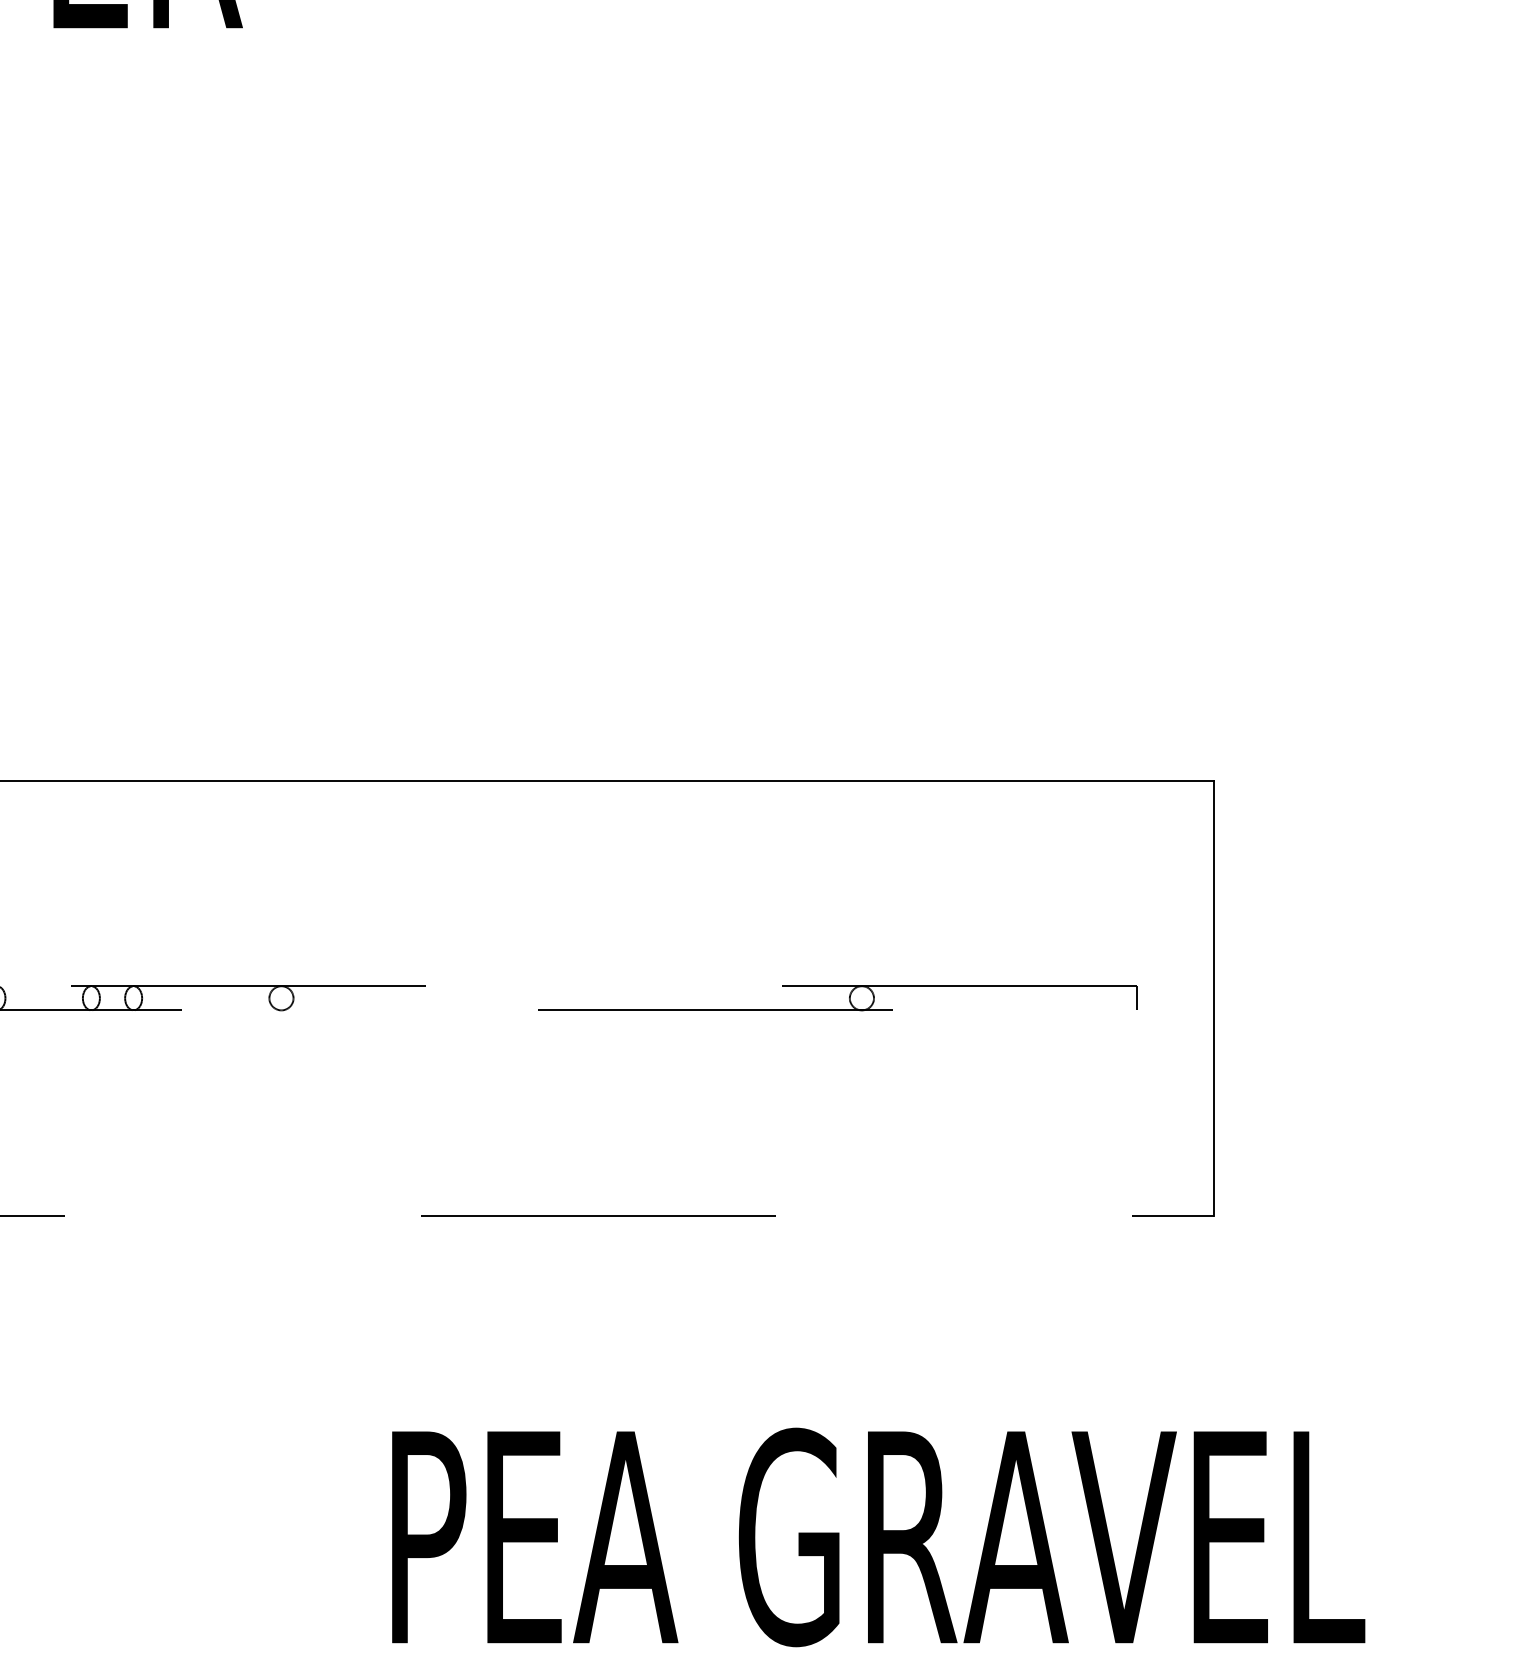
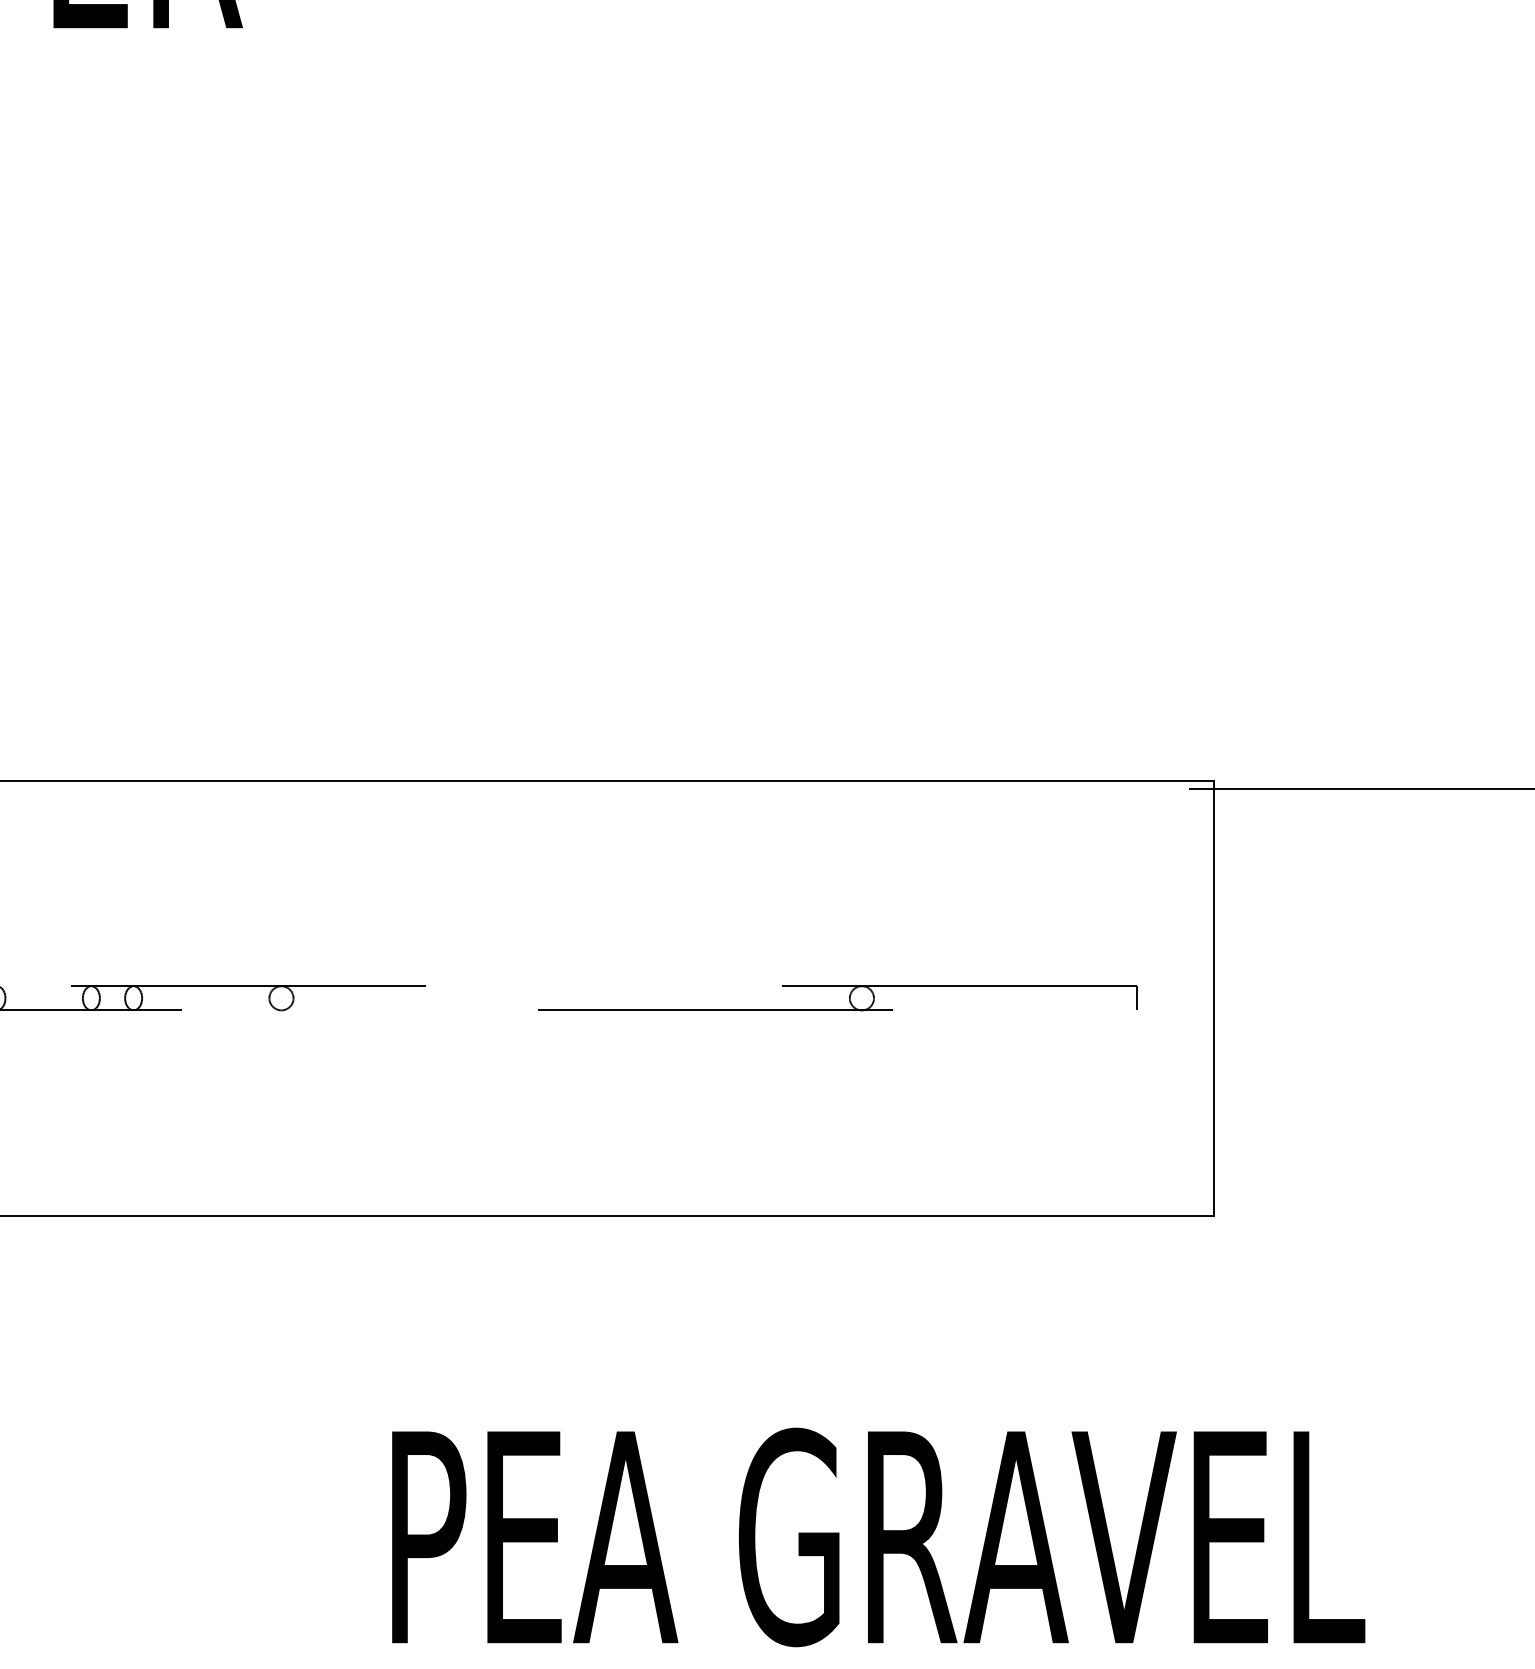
line at (1360, 789): none -> present
line at (607, 1215): dashed -> solid
